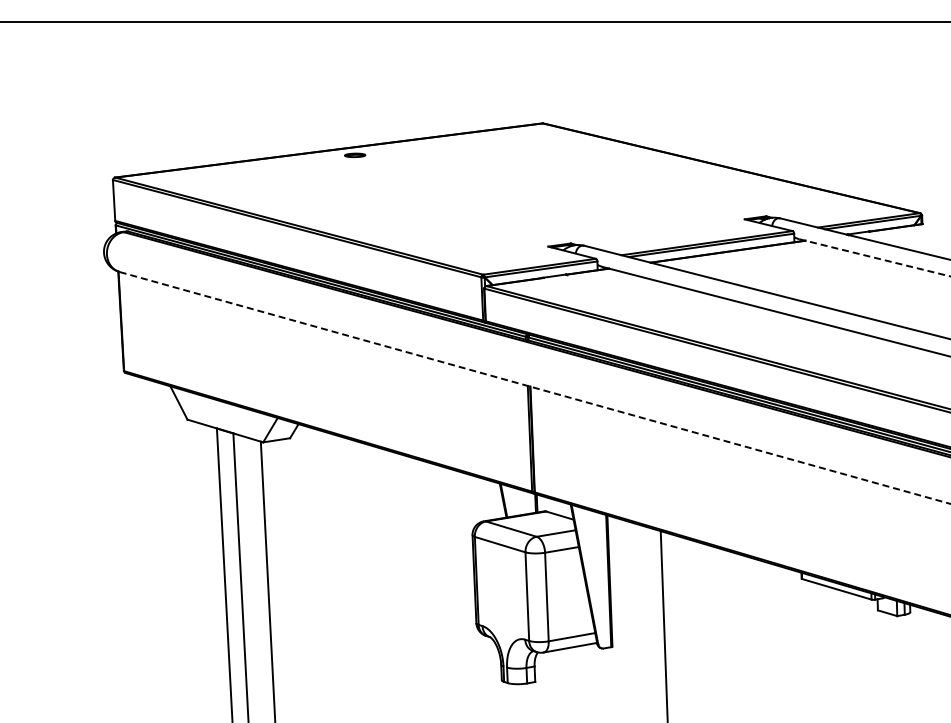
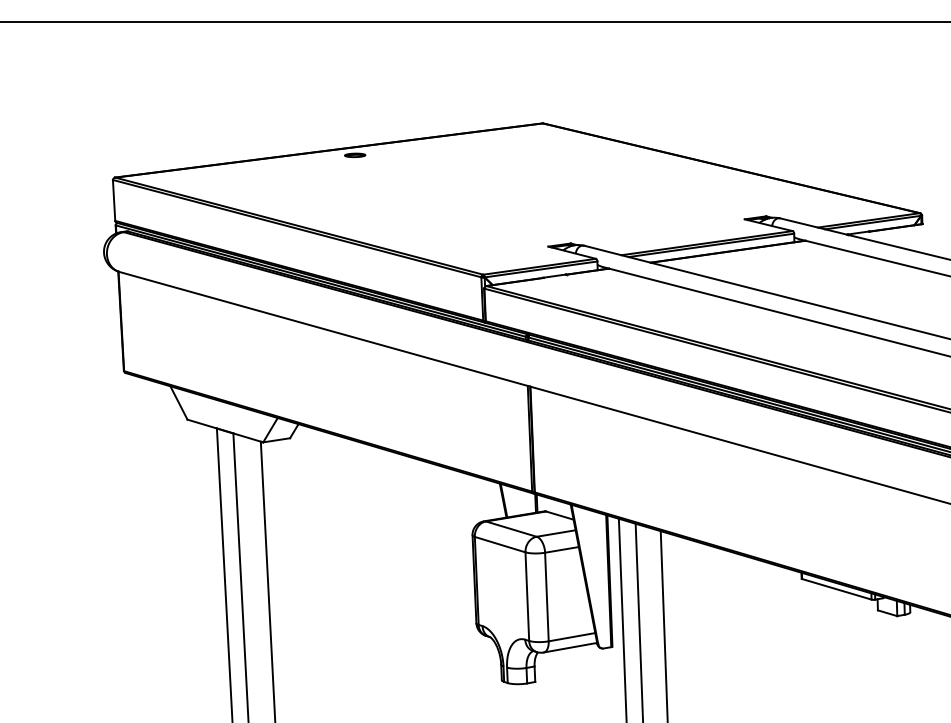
line at (875, 257): dashed -> solid
line at (535, 388): dashed -> solid
line at (622, 618): none -> present
line at (638, 621): none -> present
